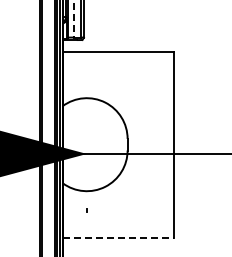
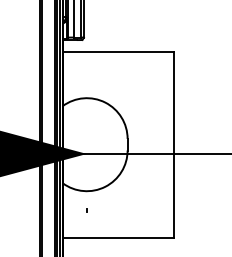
line at (73, 19): dashed -> solid
line at (118, 237): dashed -> solid
